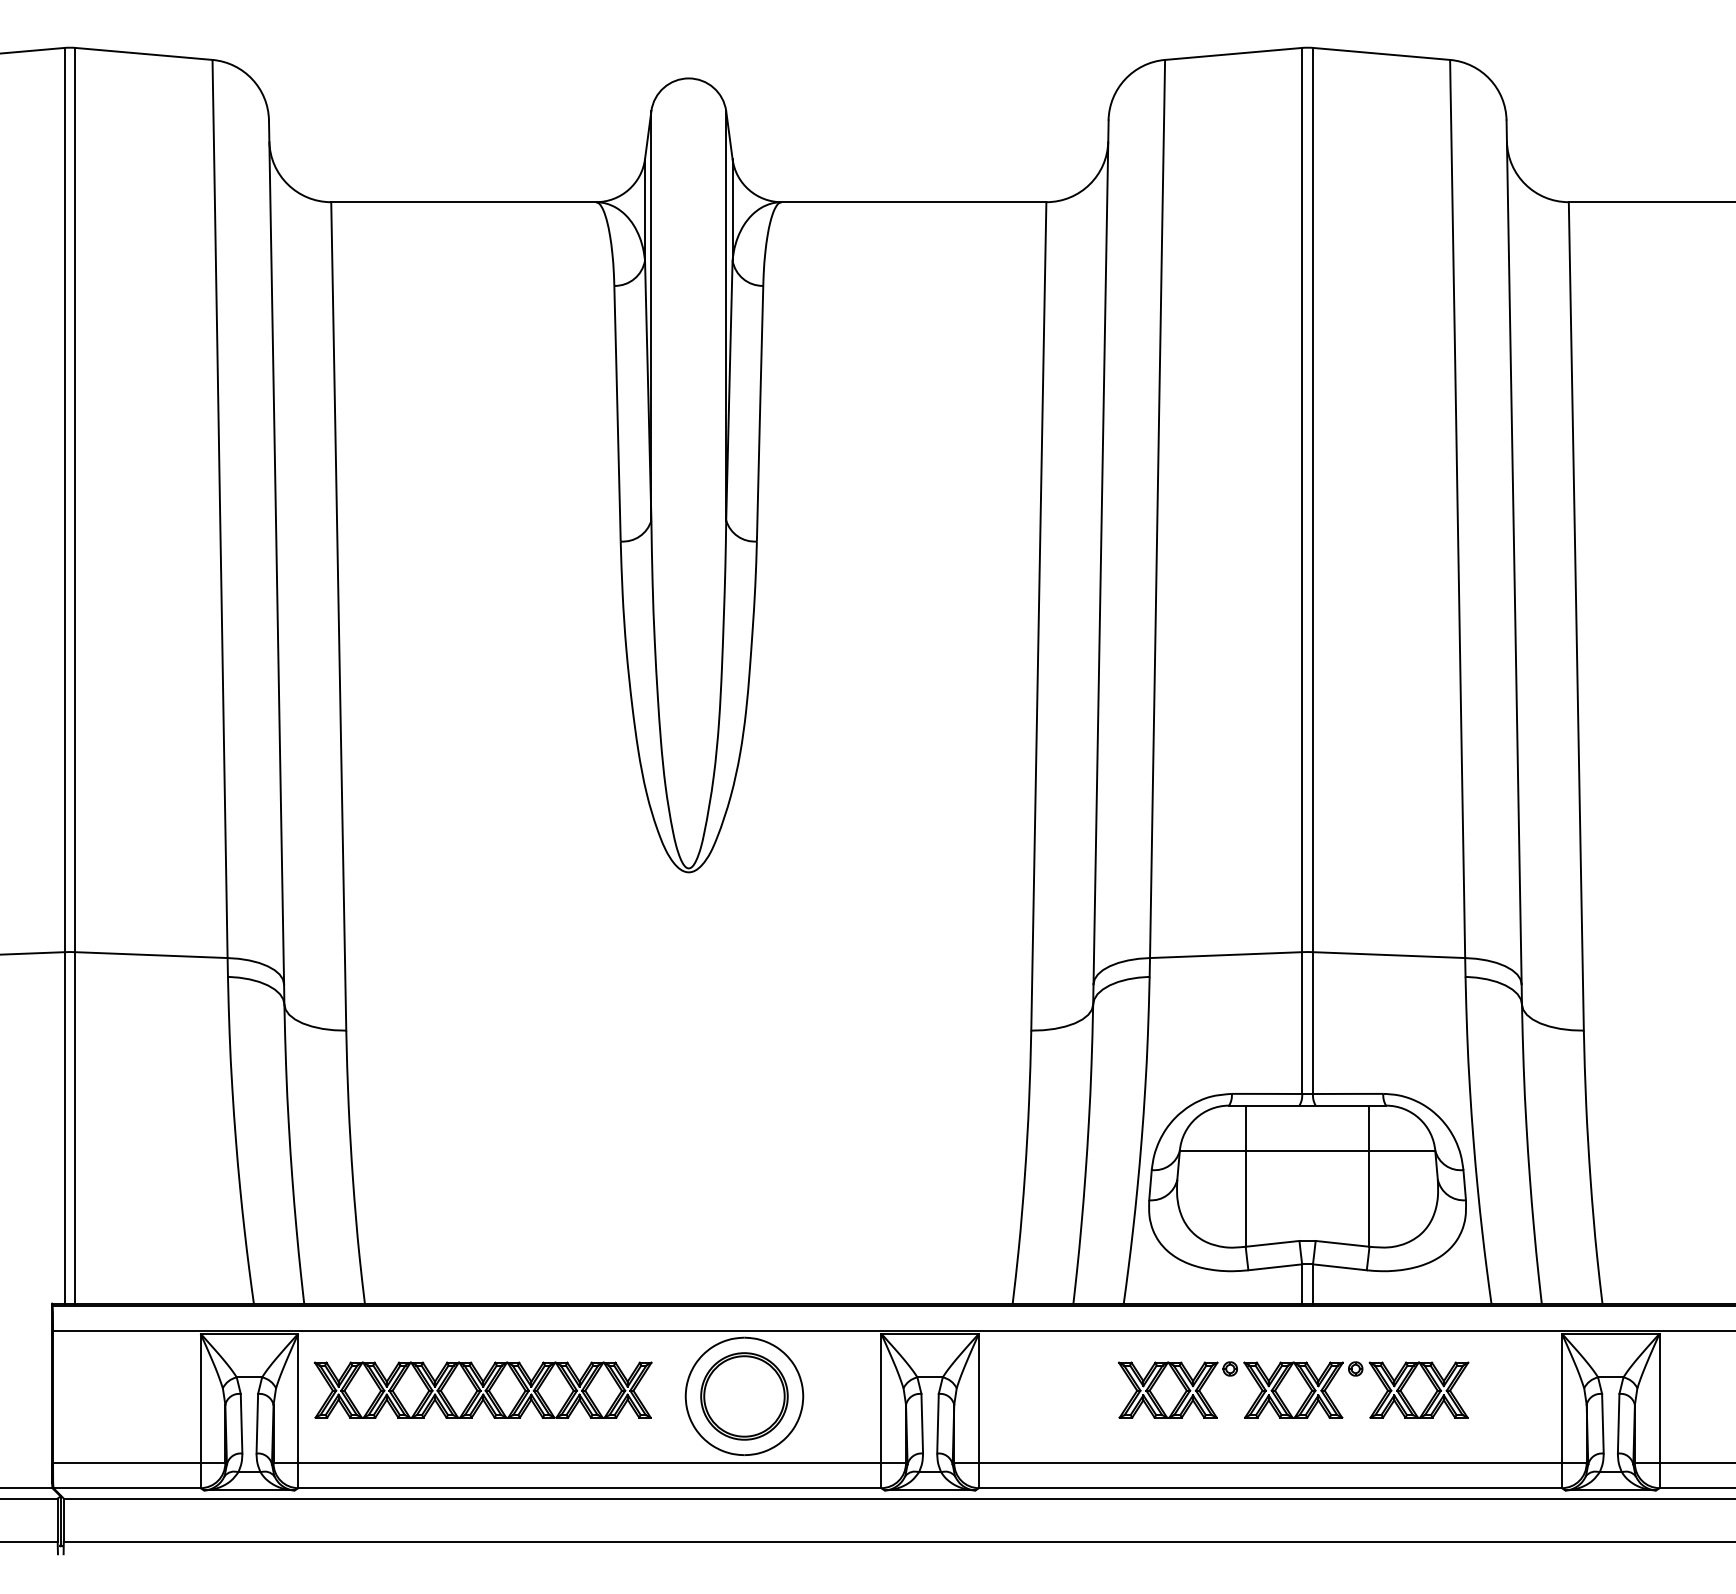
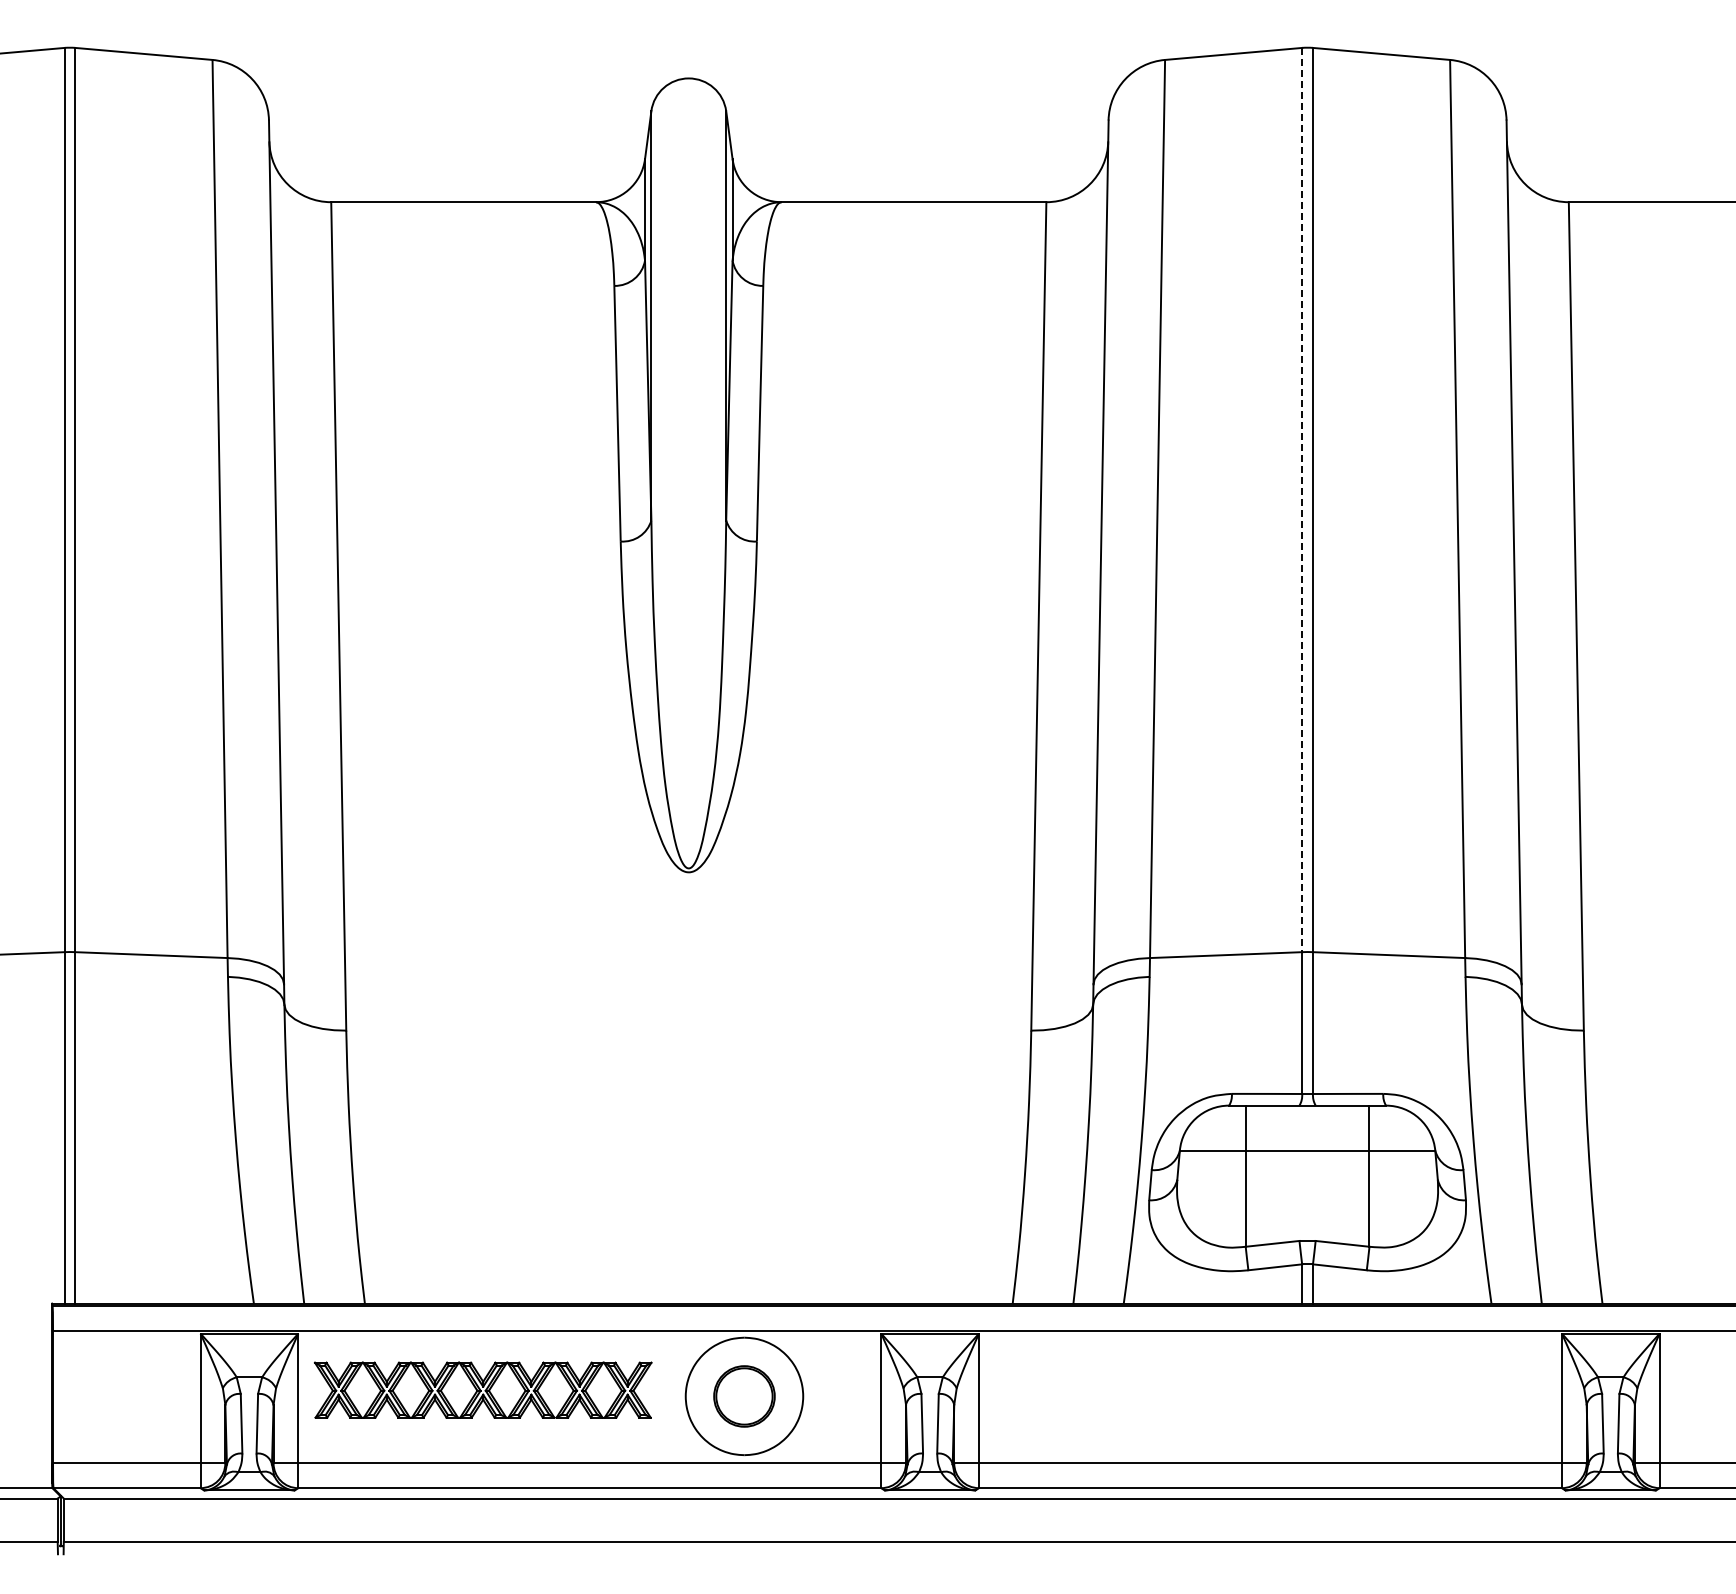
line at (1302, 500): solid -> dashed
part at (1293, 1389): present -> none
part at (744, 1396) size: 89x89 px -> 63x63 px
